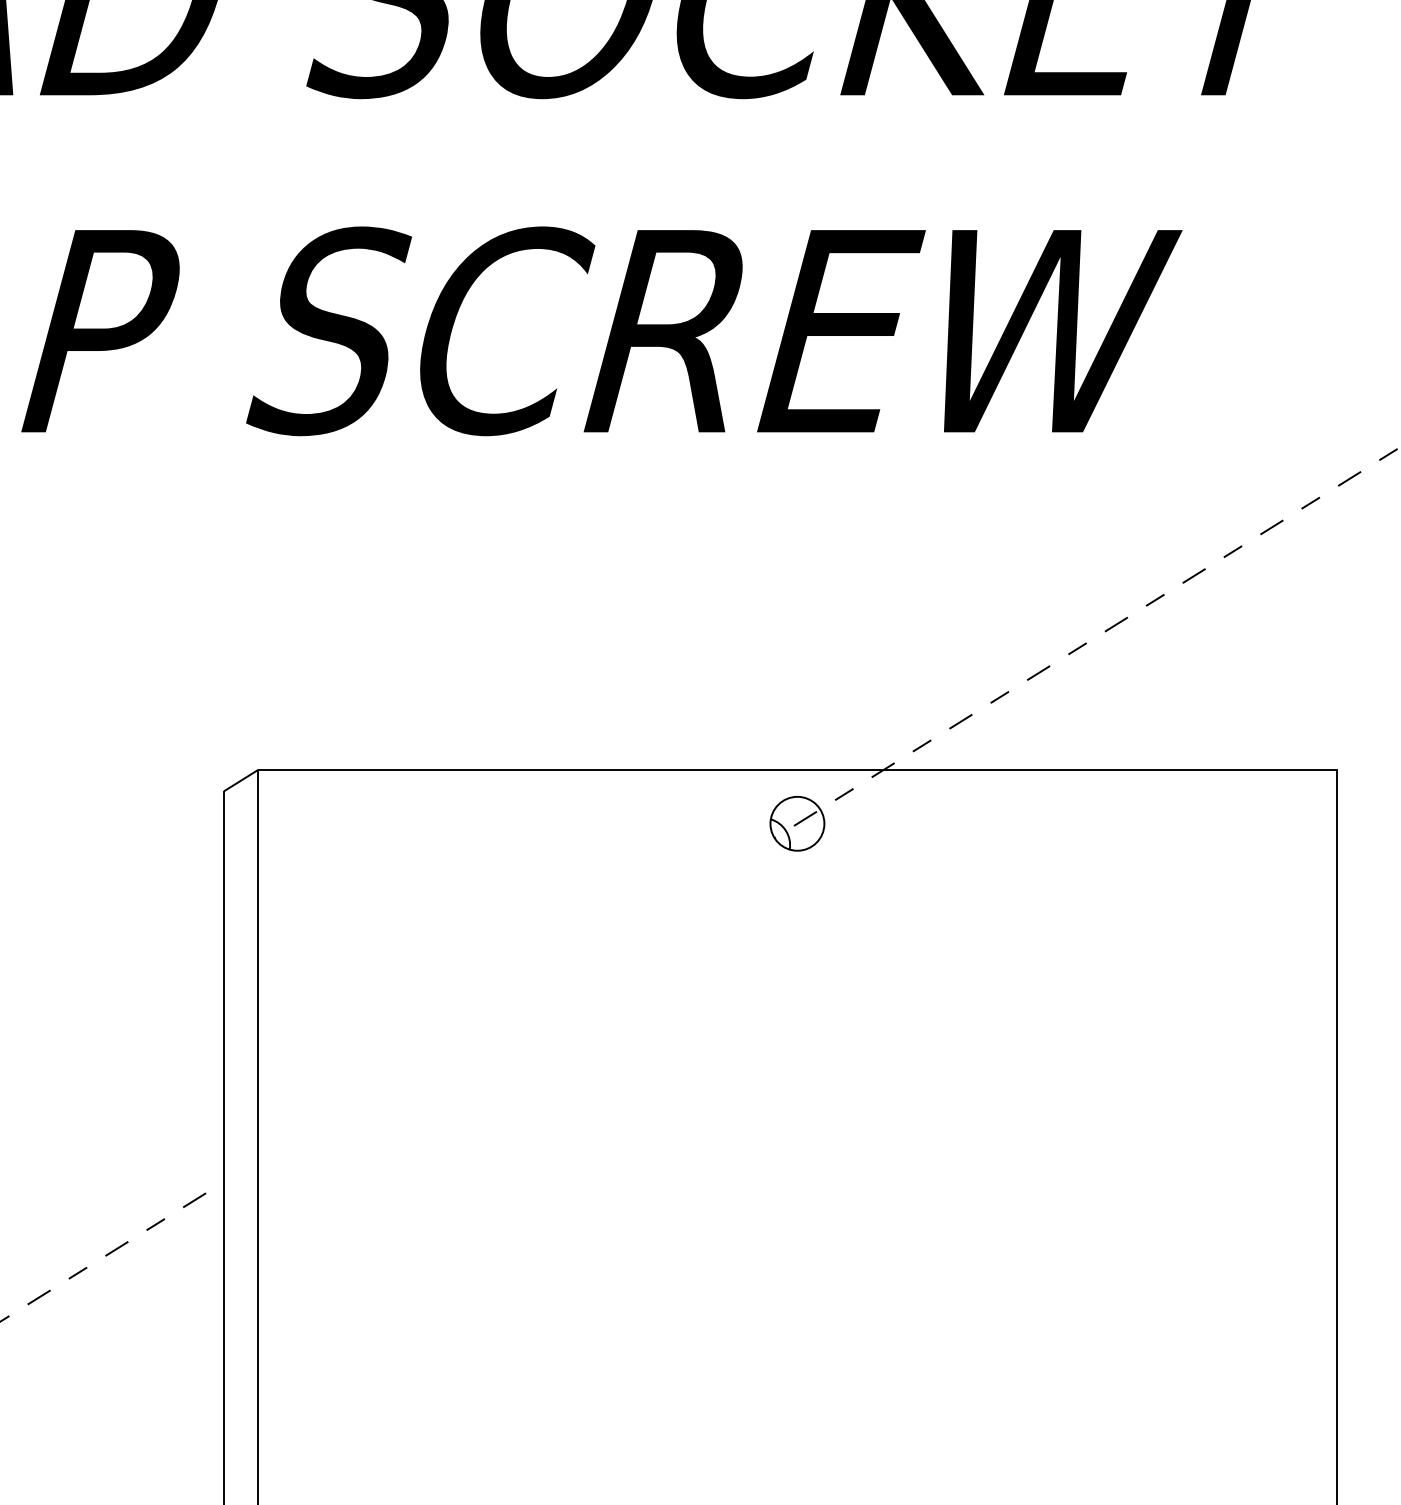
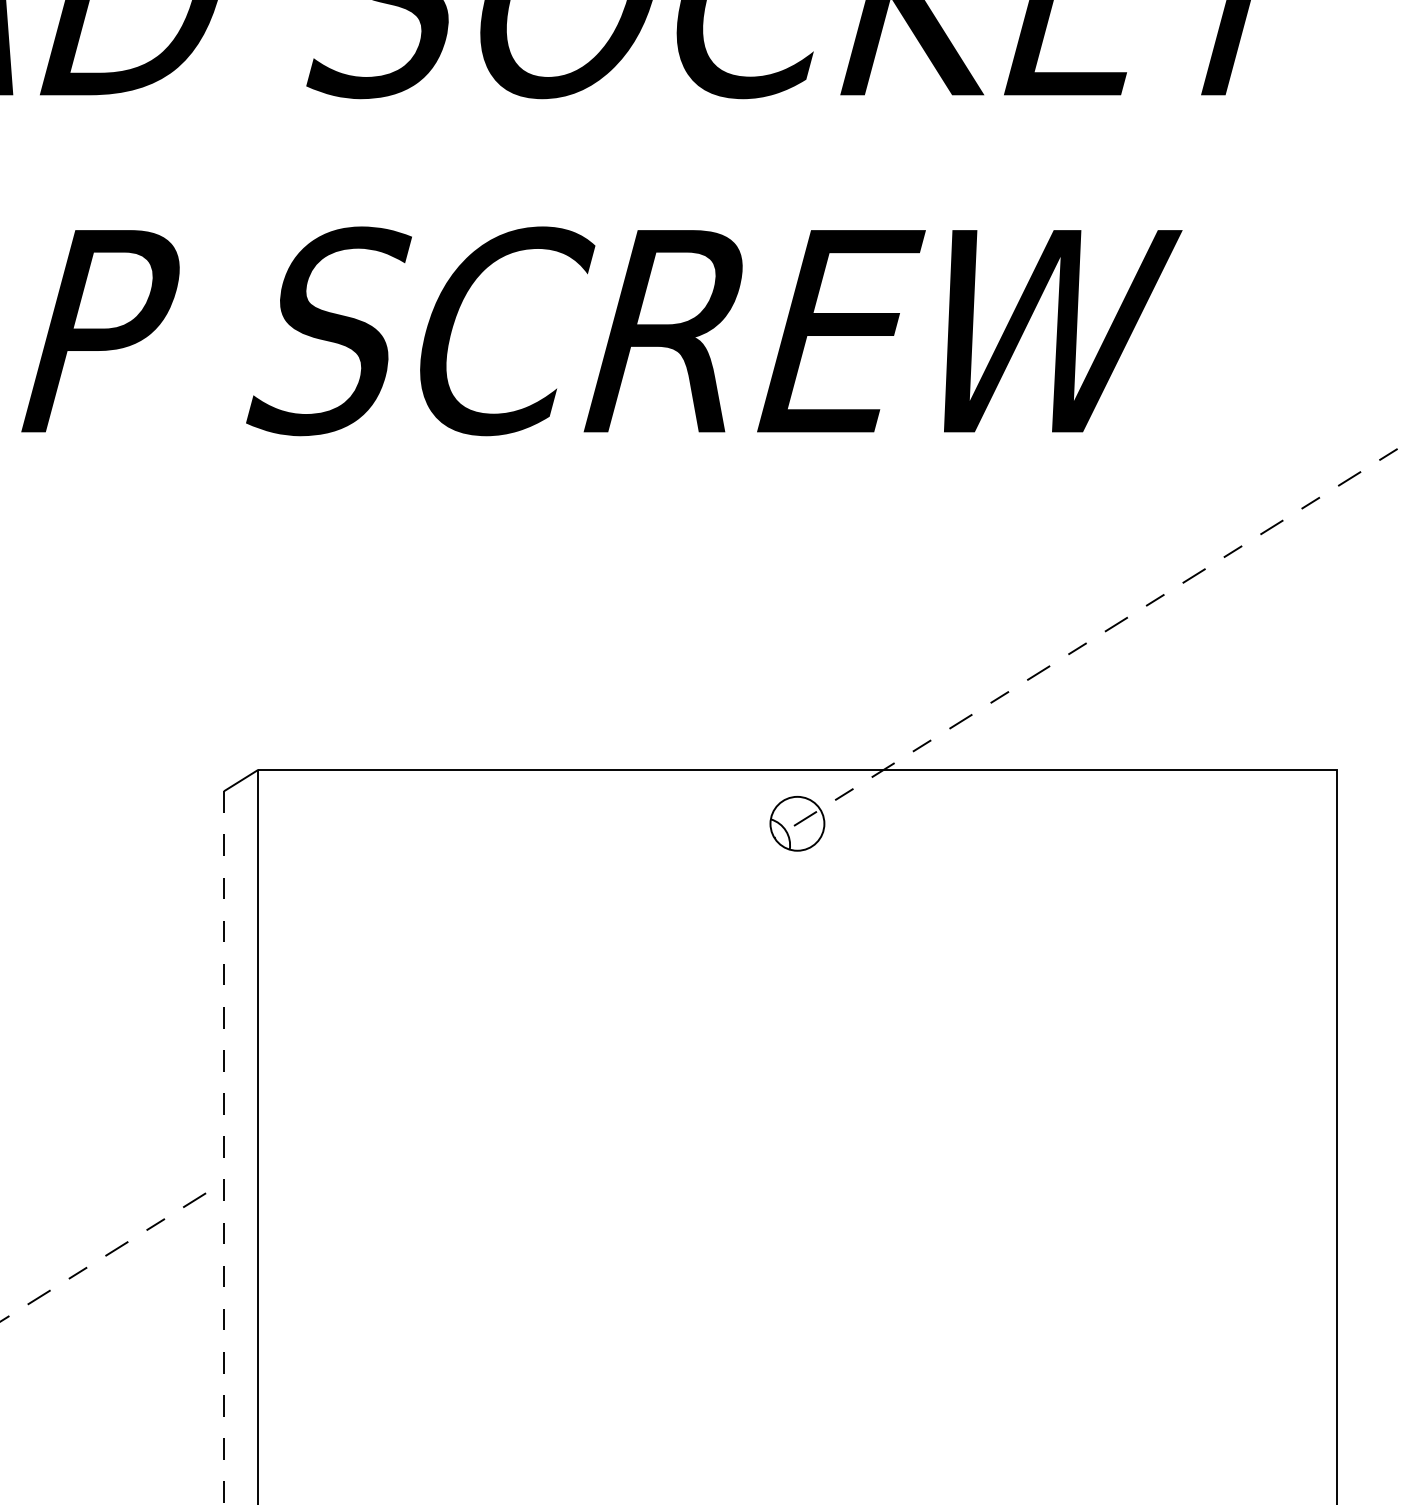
line at (224, 1148): solid -> dashed
